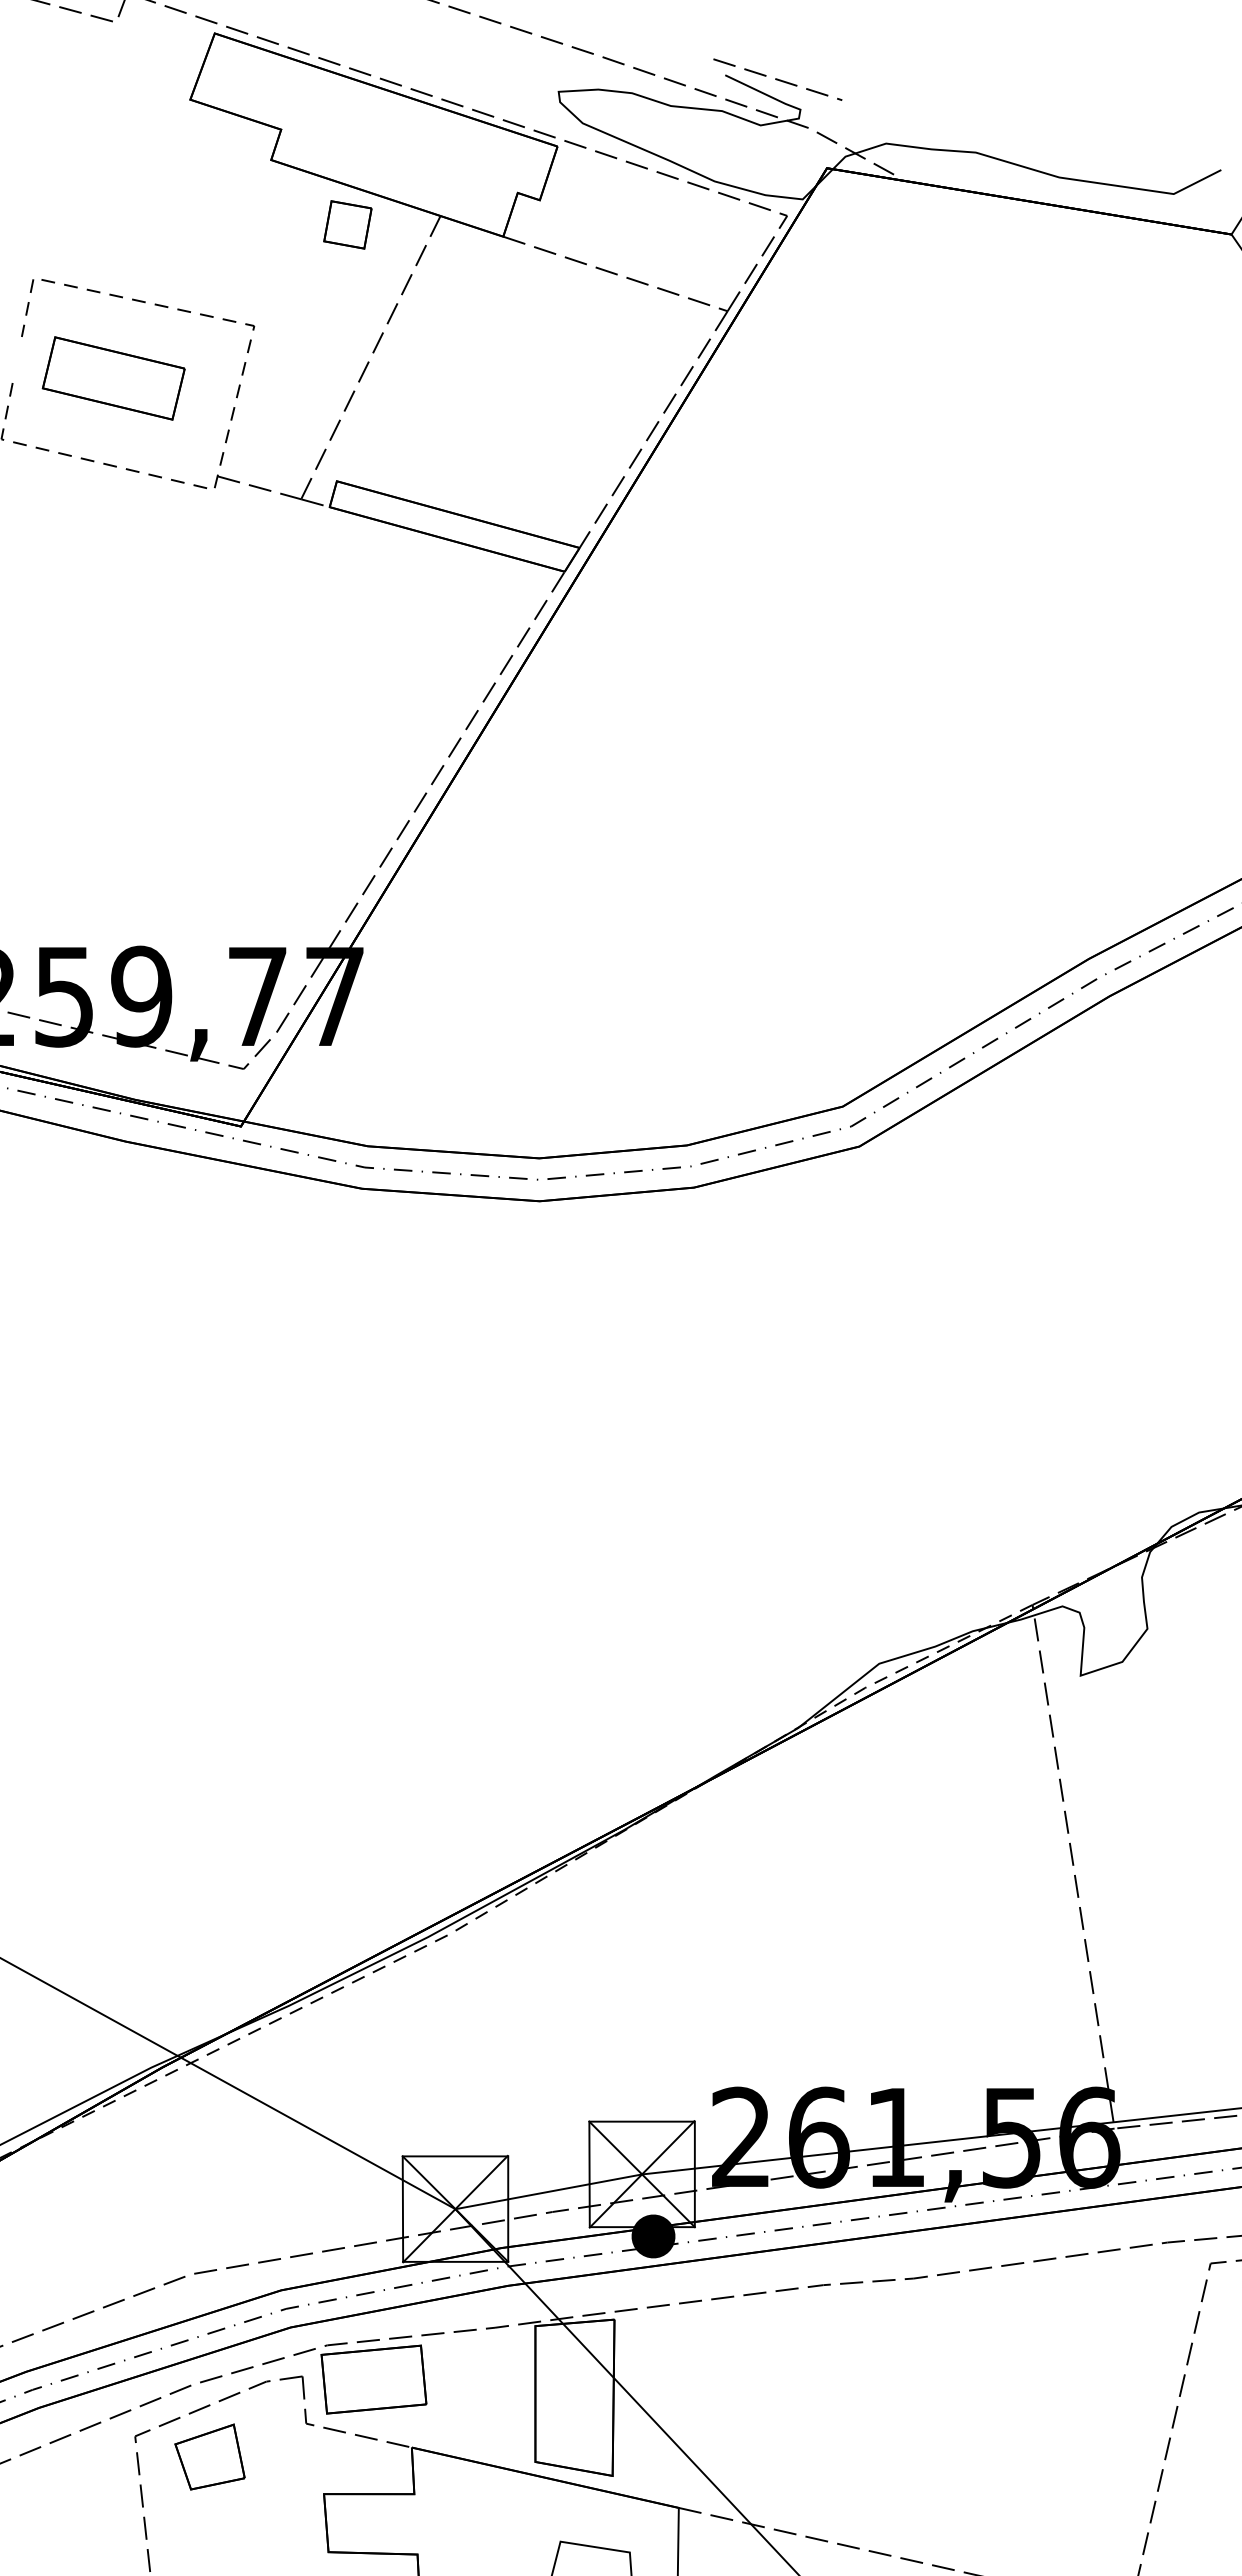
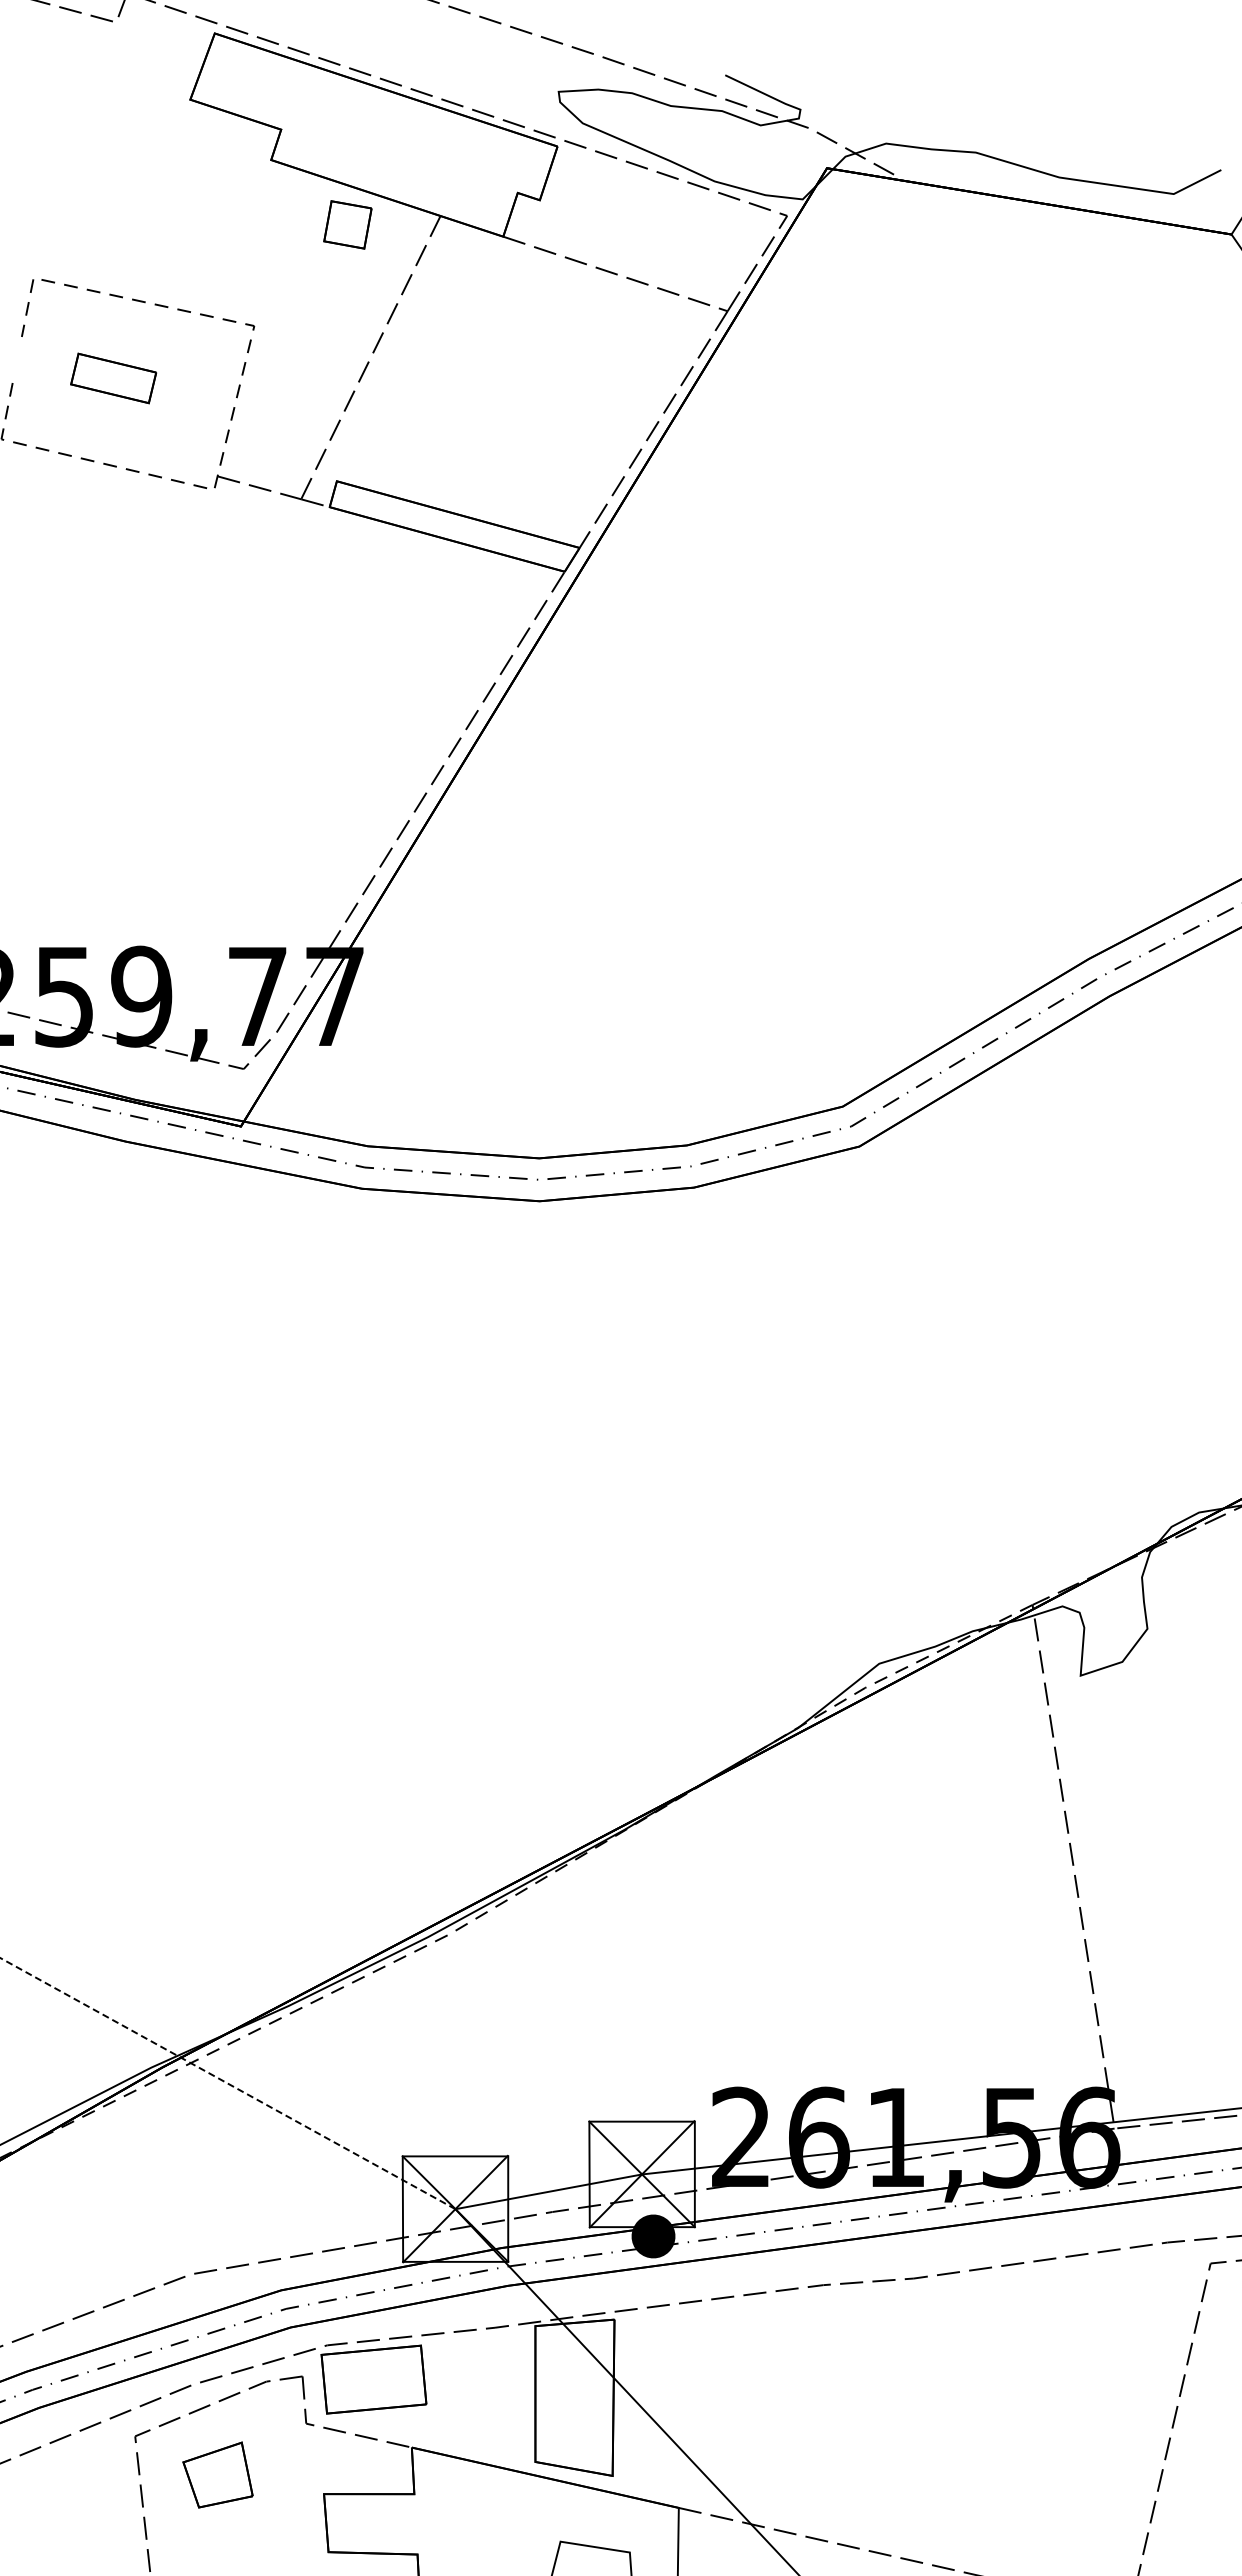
line at (777, 79): present -> none
part at (113, 378) size: 145x85 px -> 88x53 px
line at (227, 2083): solid -> dashed
part at (209, 2456) position: (209, 2456) -> (217, 2474)
